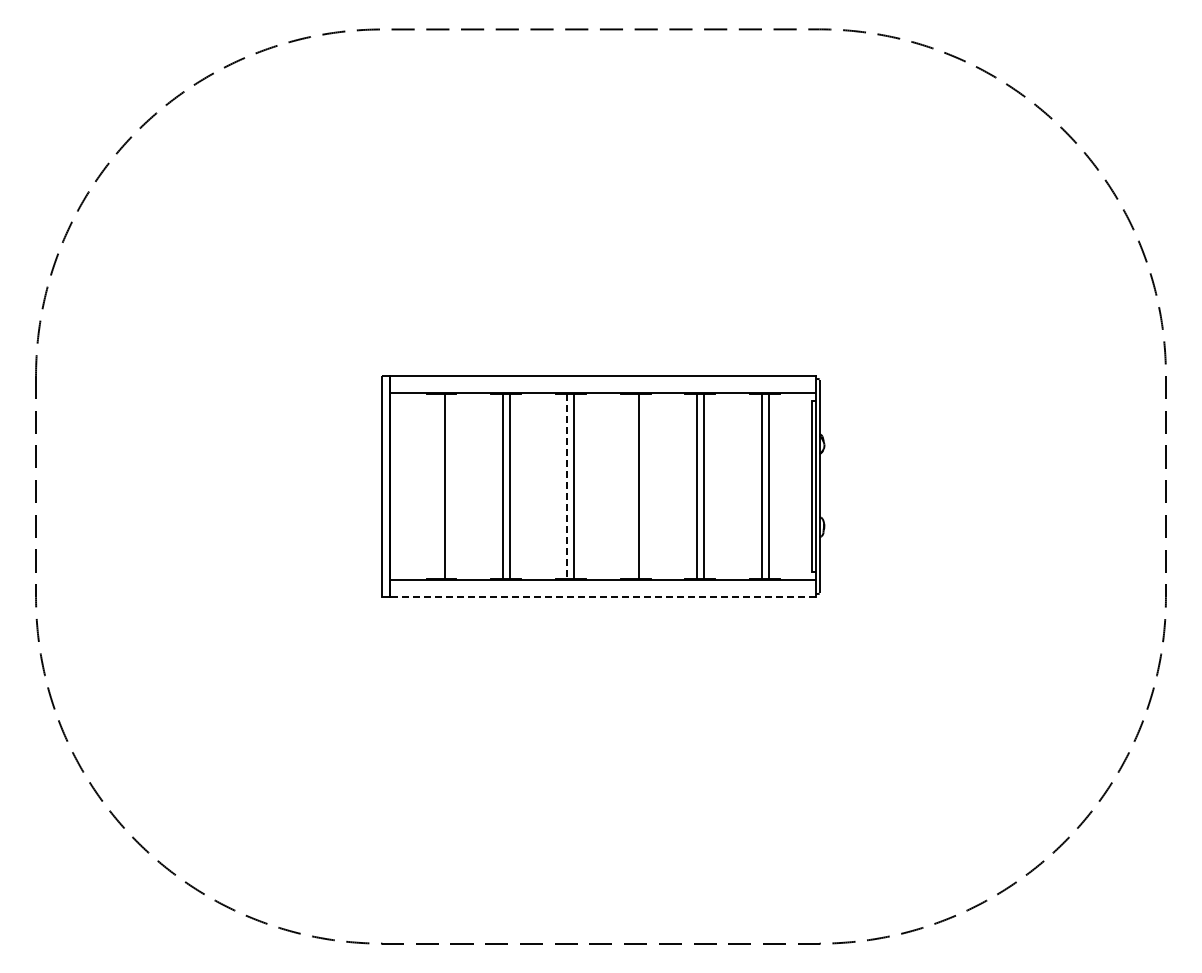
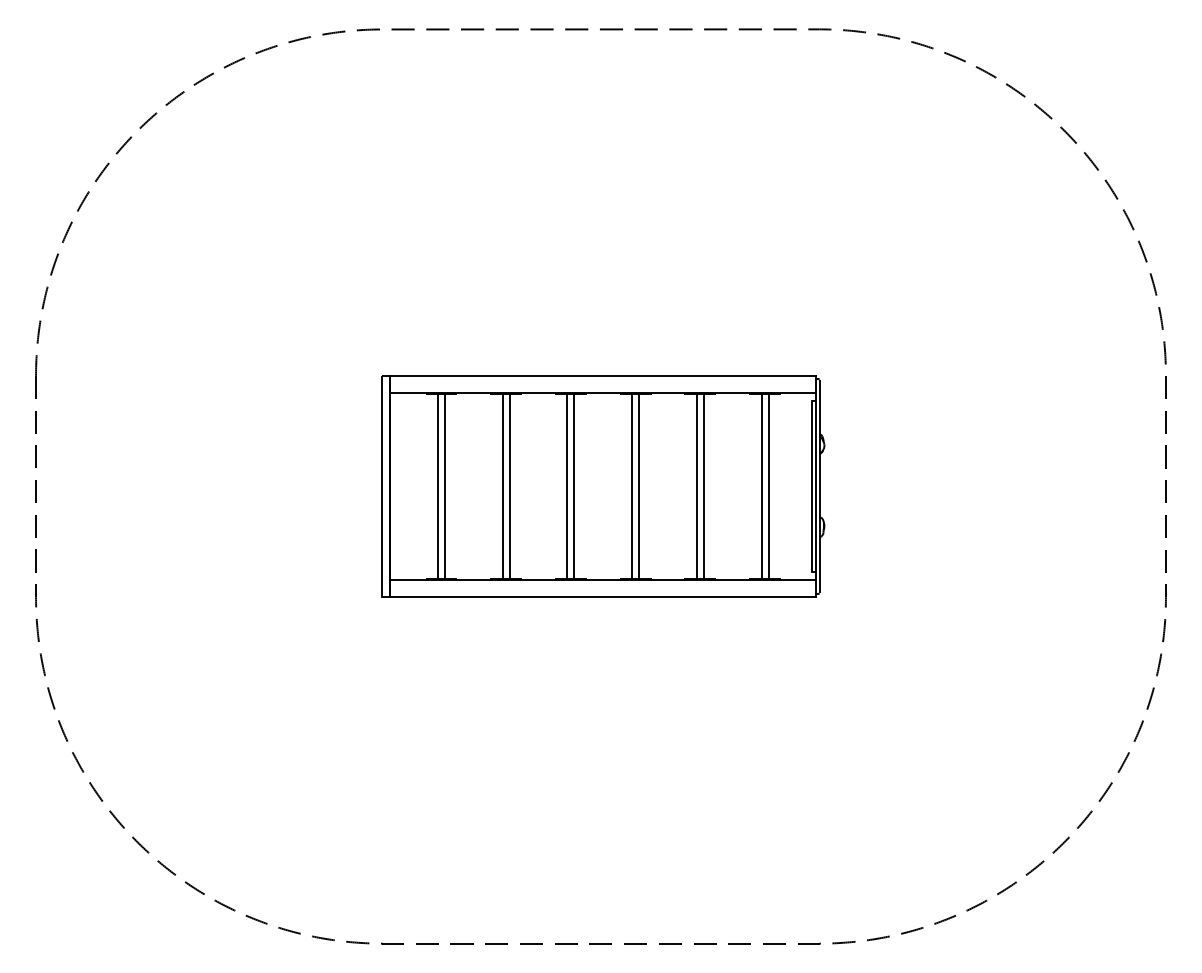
line at (438, 486): none -> present
line at (567, 486): dashed -> solid
line at (632, 486): none -> present
line at (603, 597): dashed -> solid
